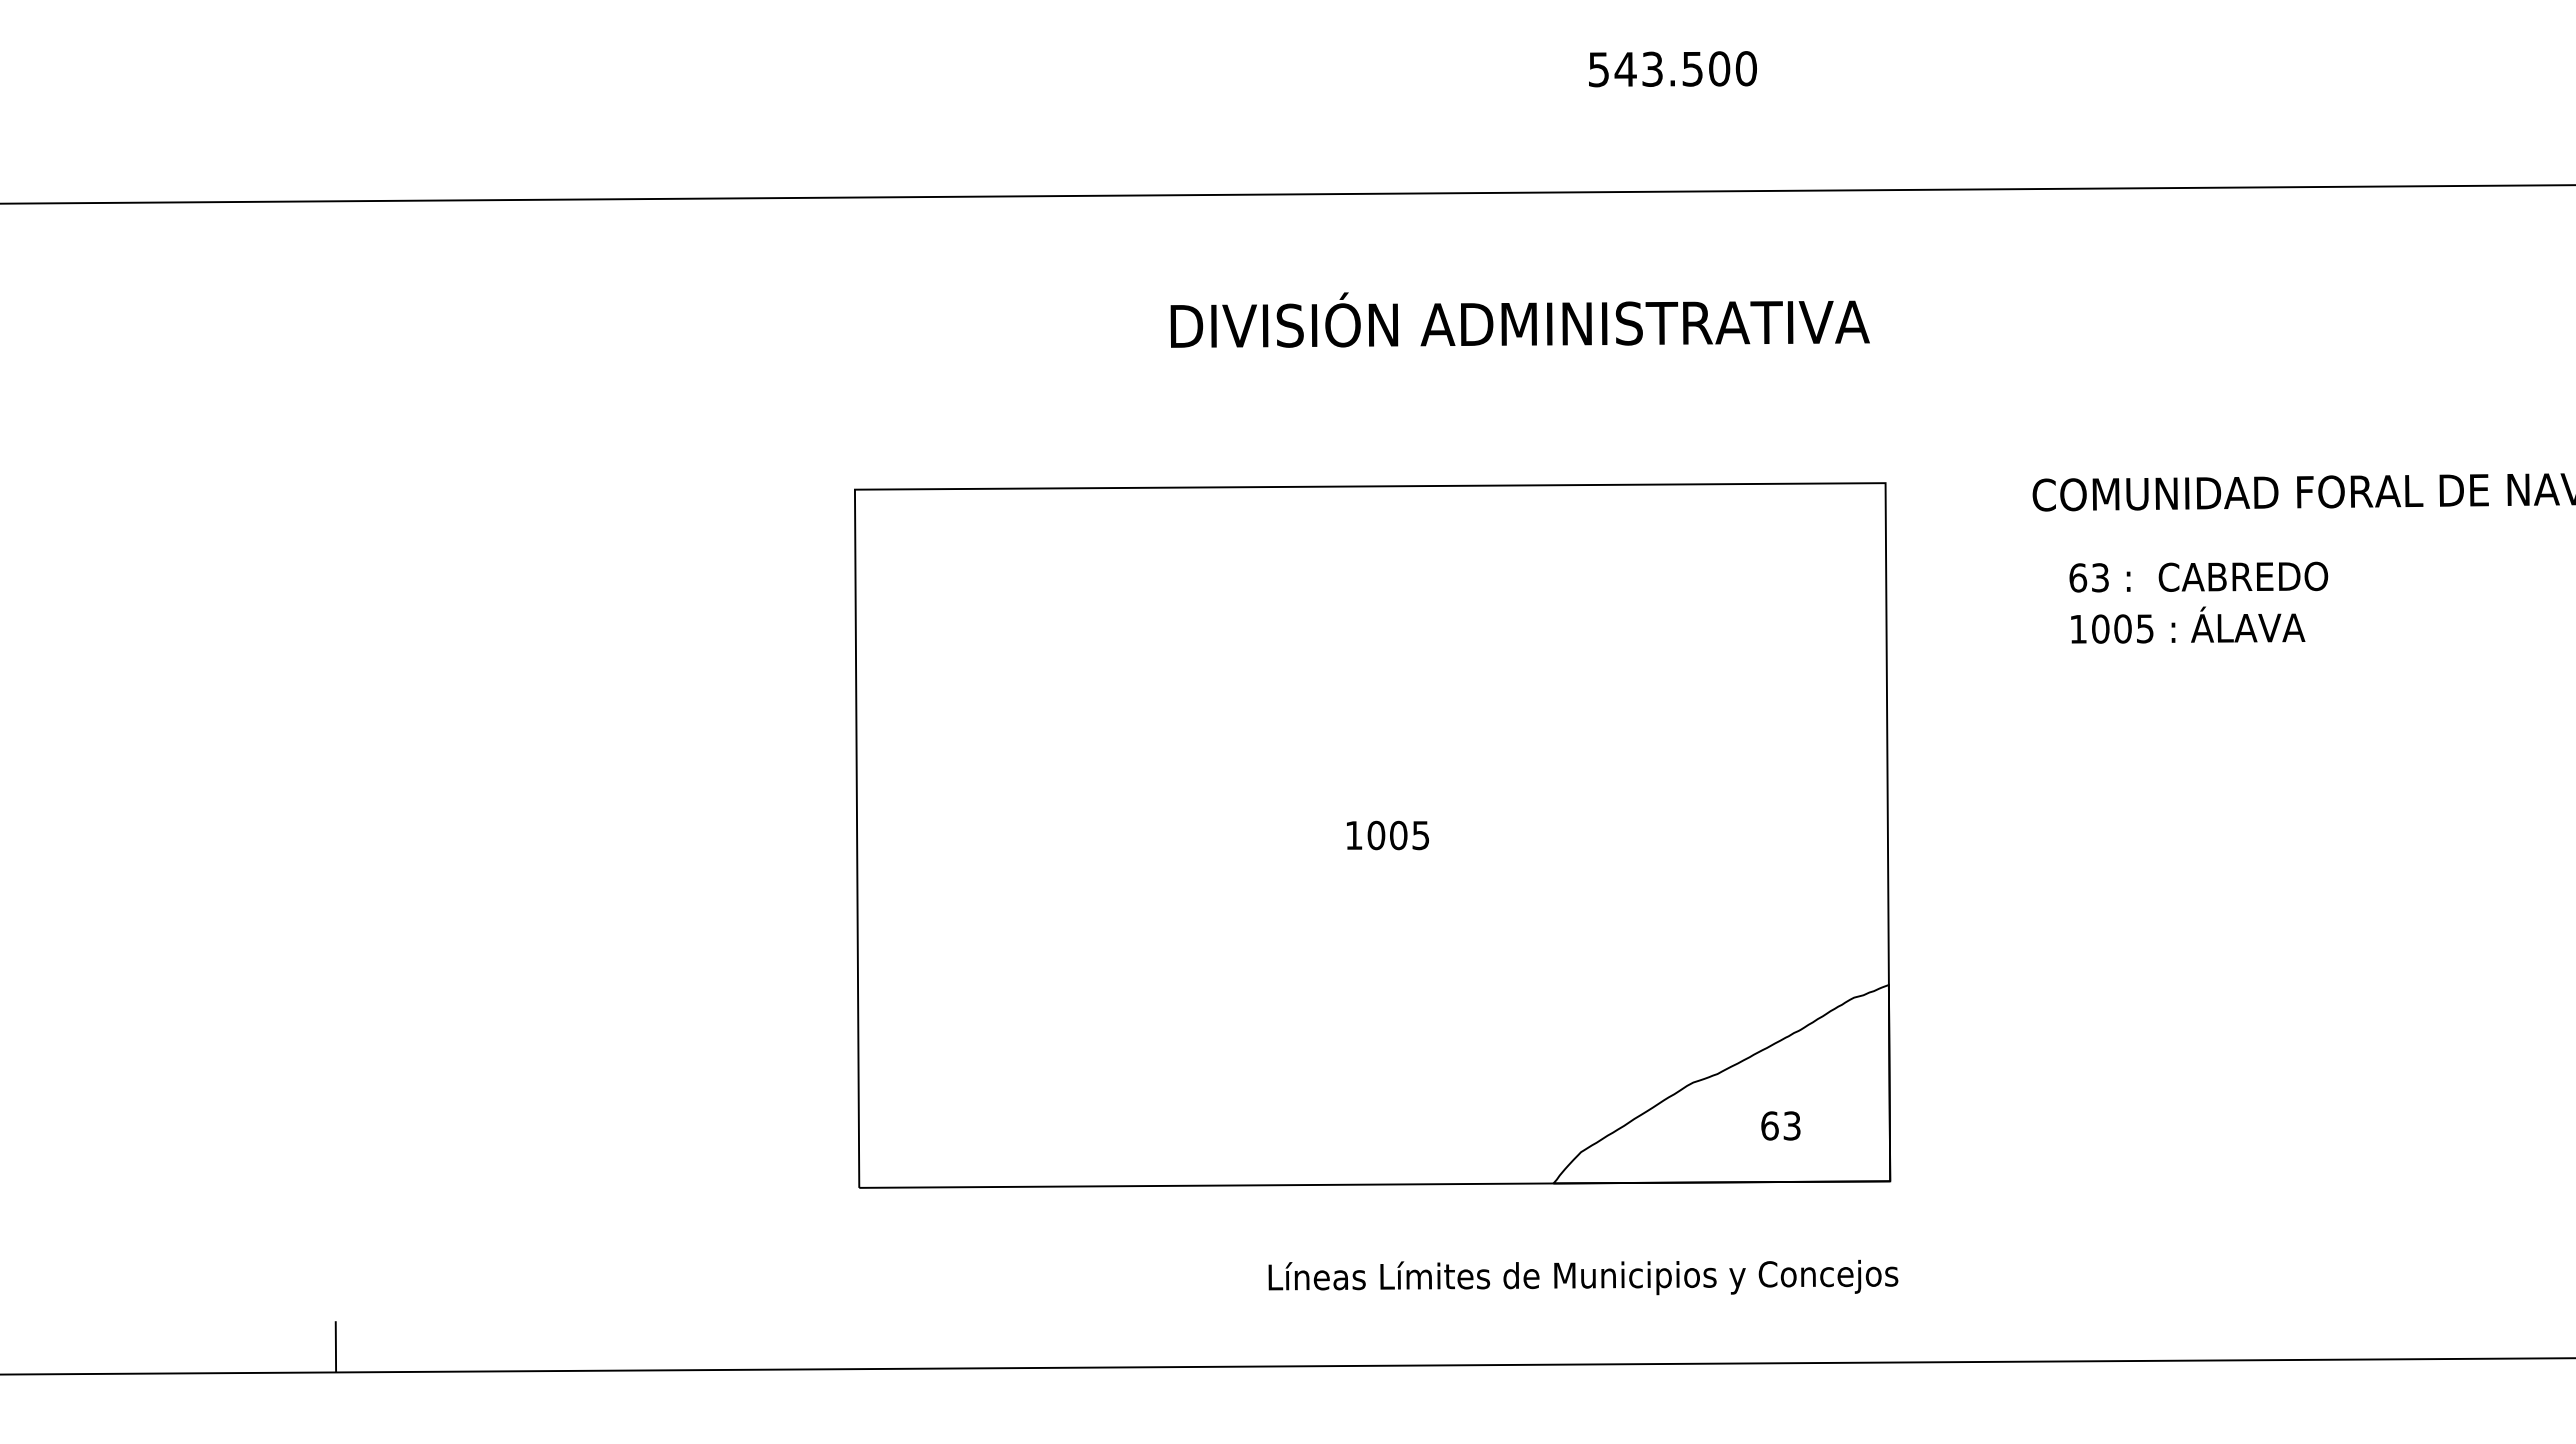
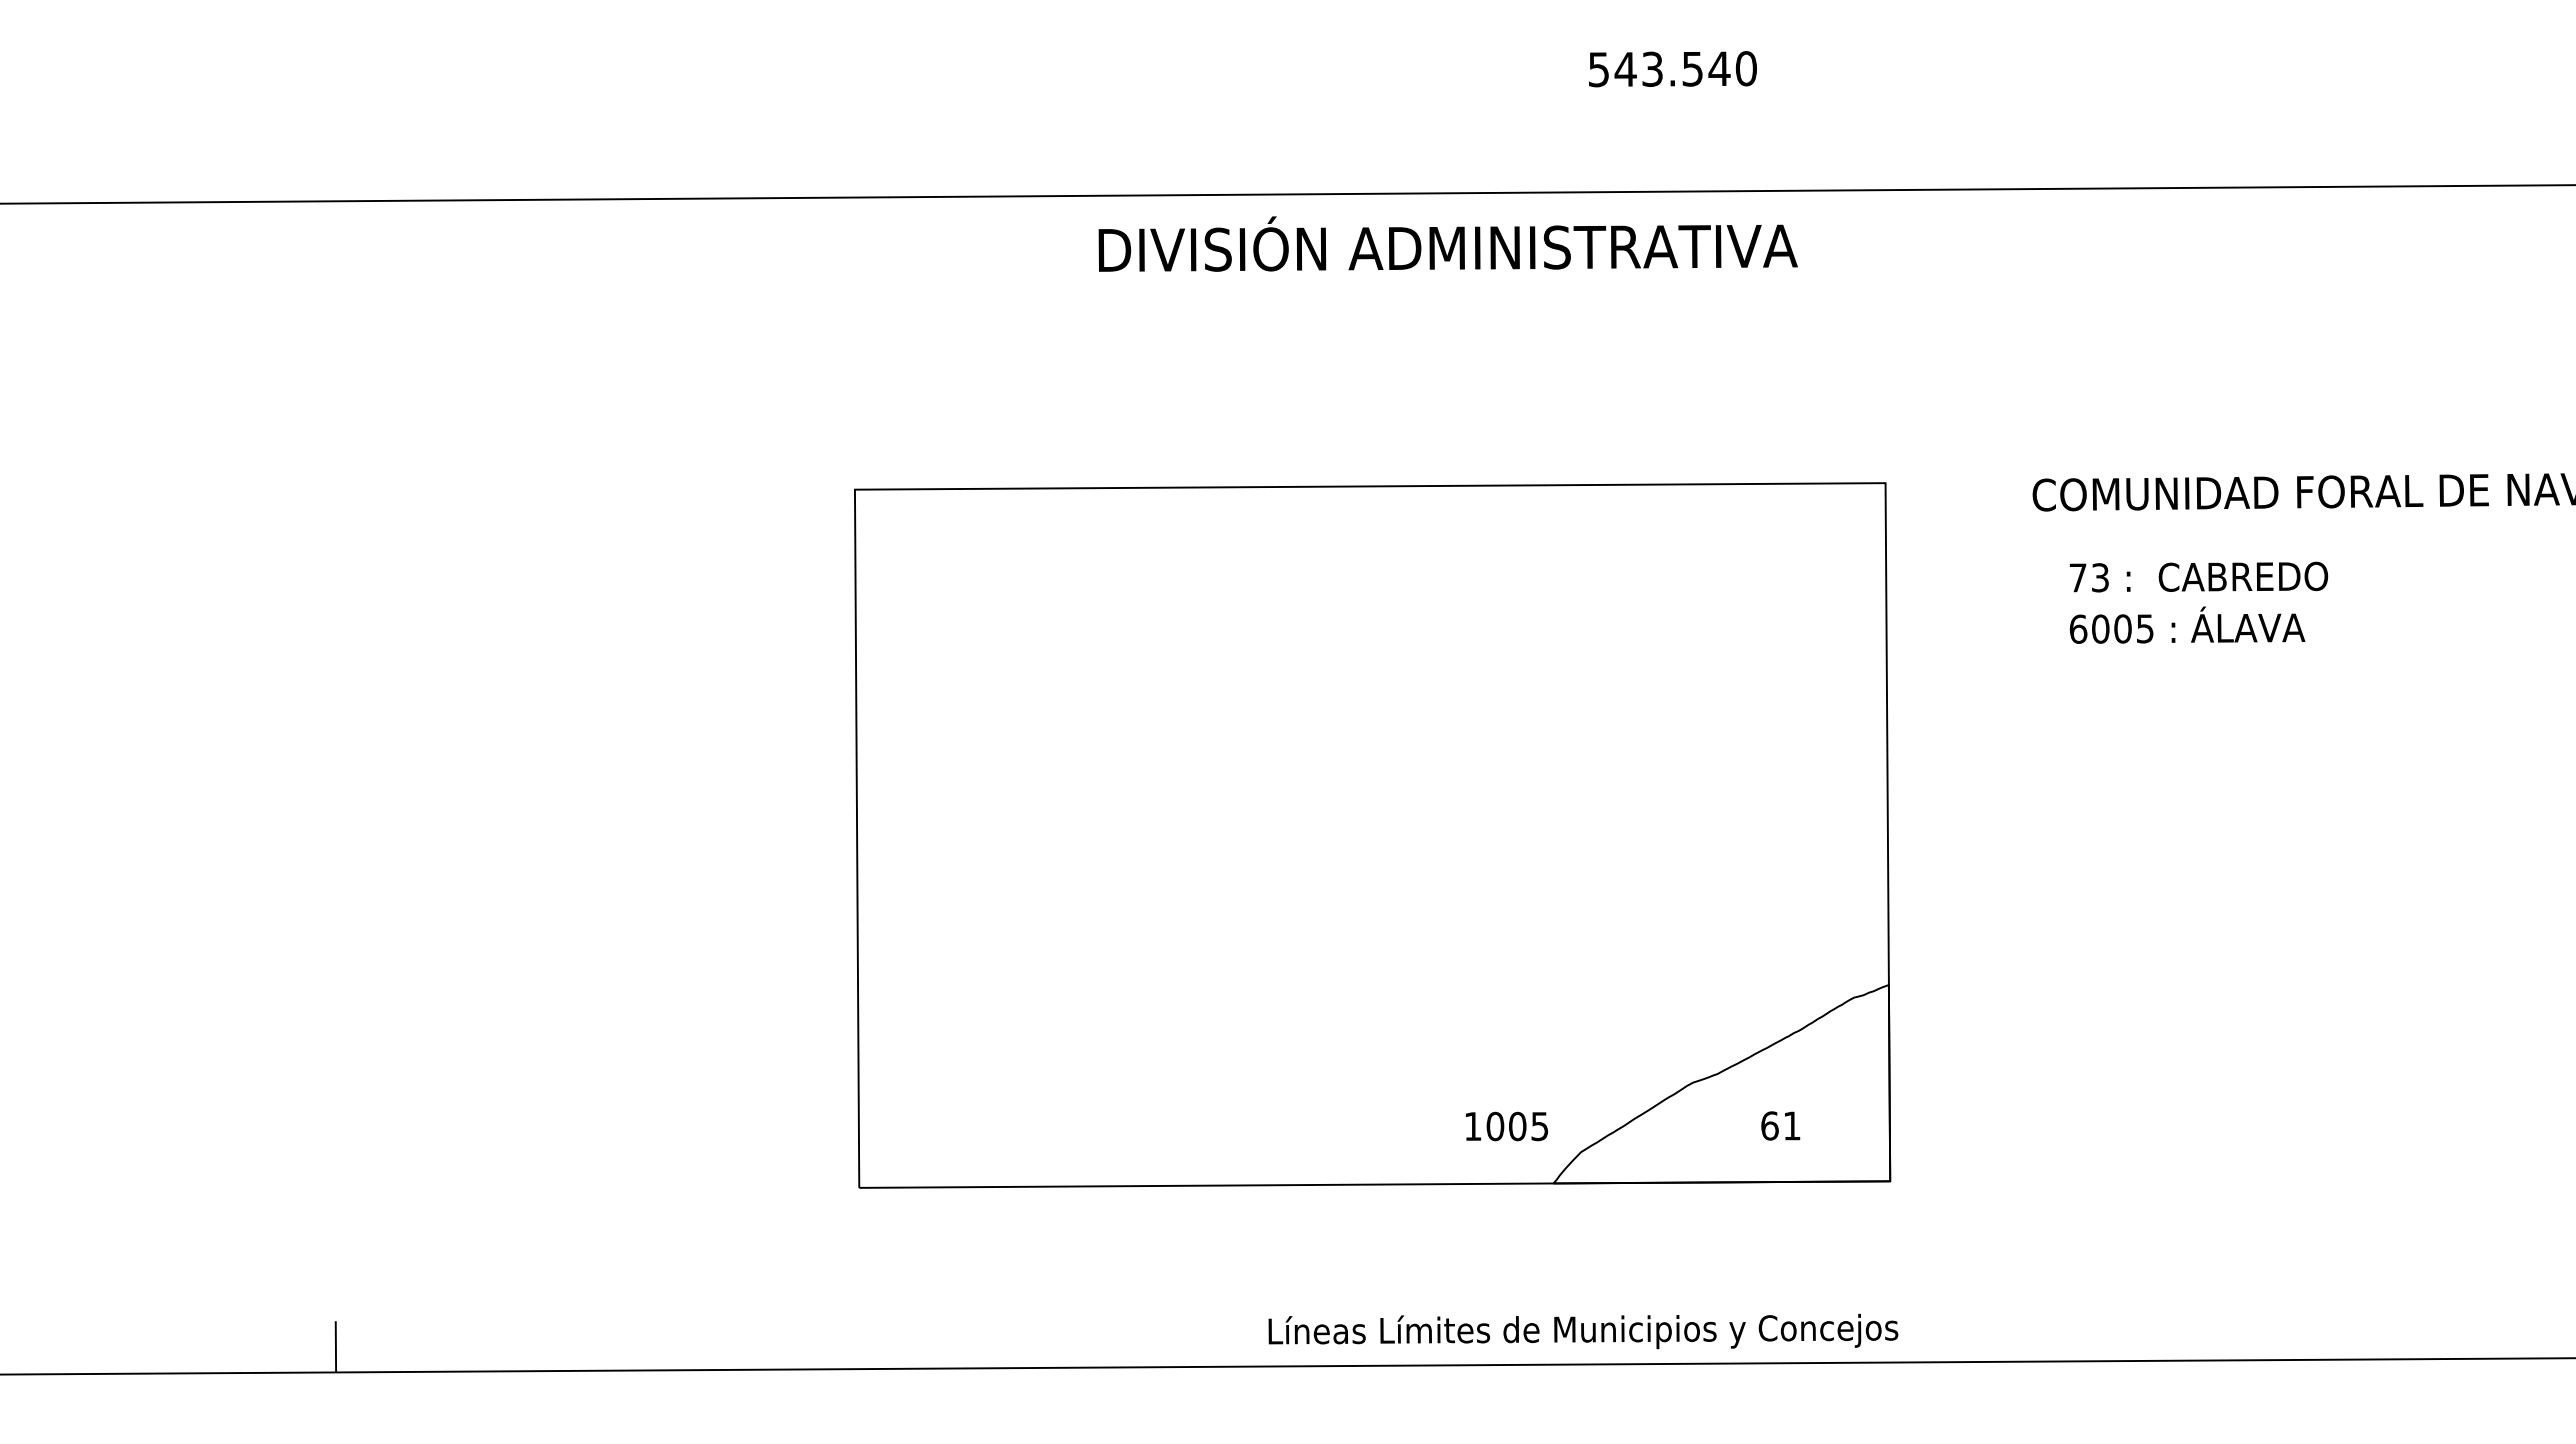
text at (1719, 68): 543.500 -> 543.540
text at (1519, 319) position: (1519, 319) -> (1447, 243)
text at (2078, 577): 63 -> 73
text at (2078, 628): 1005 -> 6005
text at (1387, 835) position: (1387, 835) -> (1506, 1126)
text at (1791, 1125): 63 -> 61
text at (1583, 1277) position: (1583, 1277) -> (1583, 1331)
